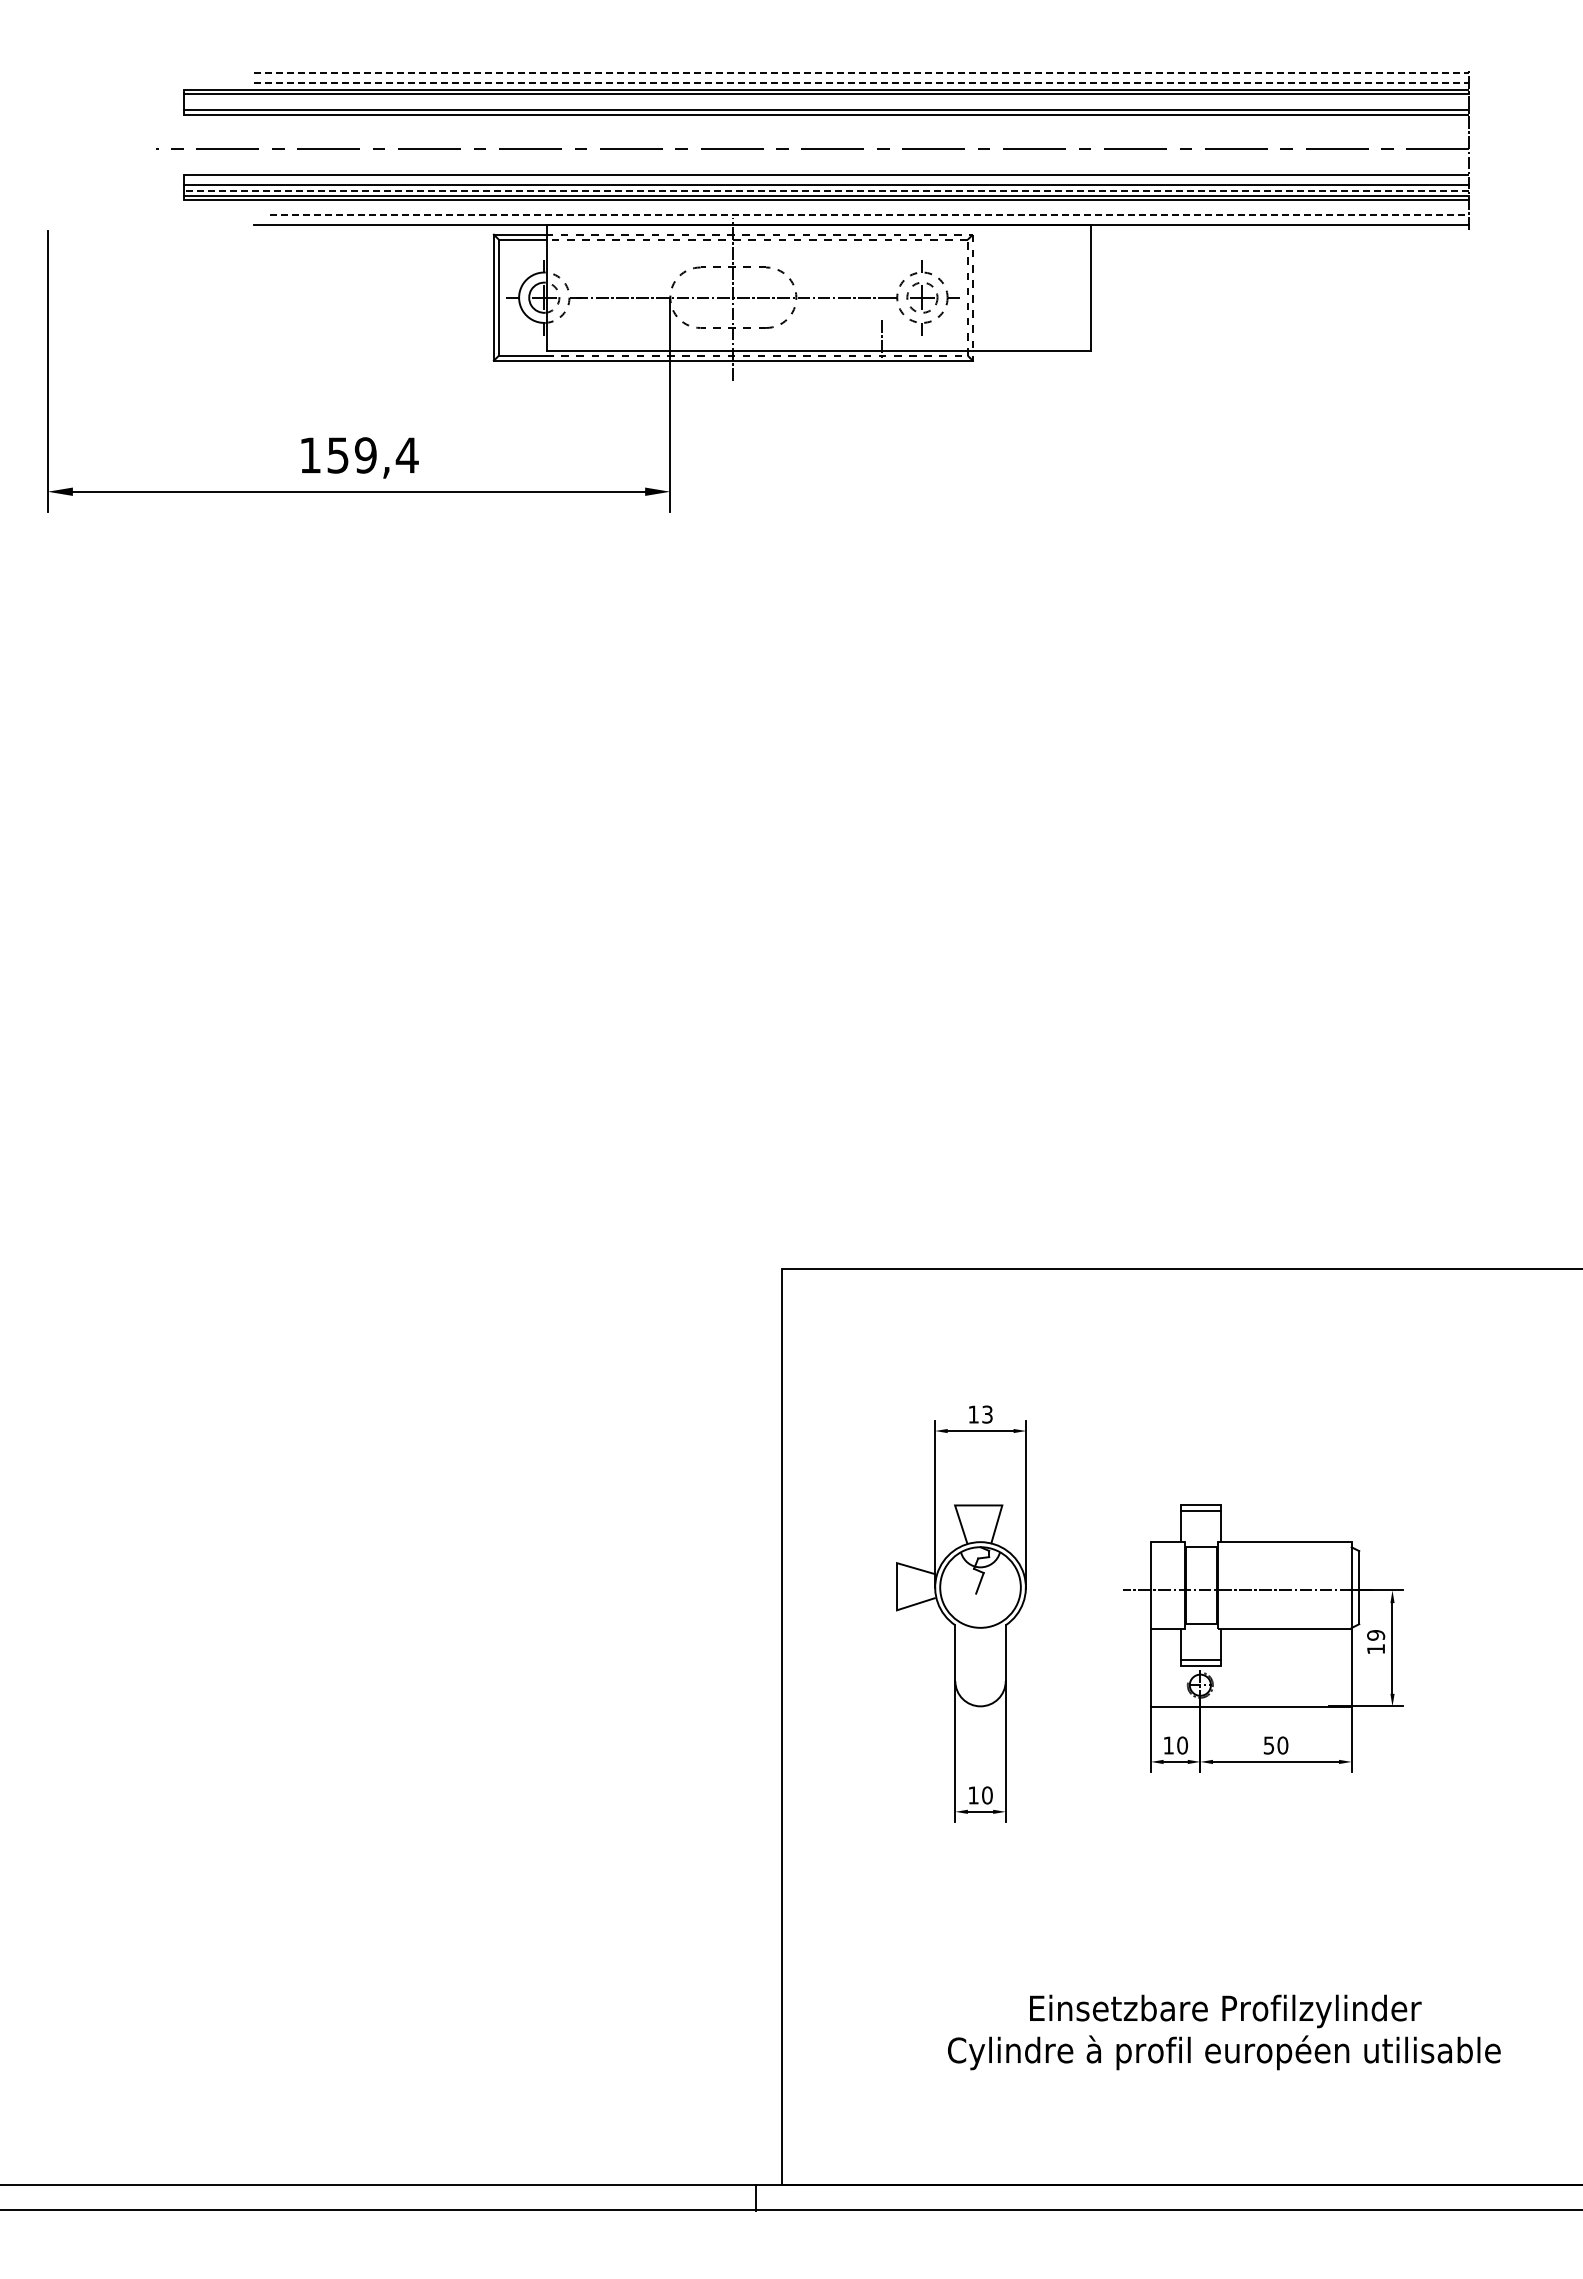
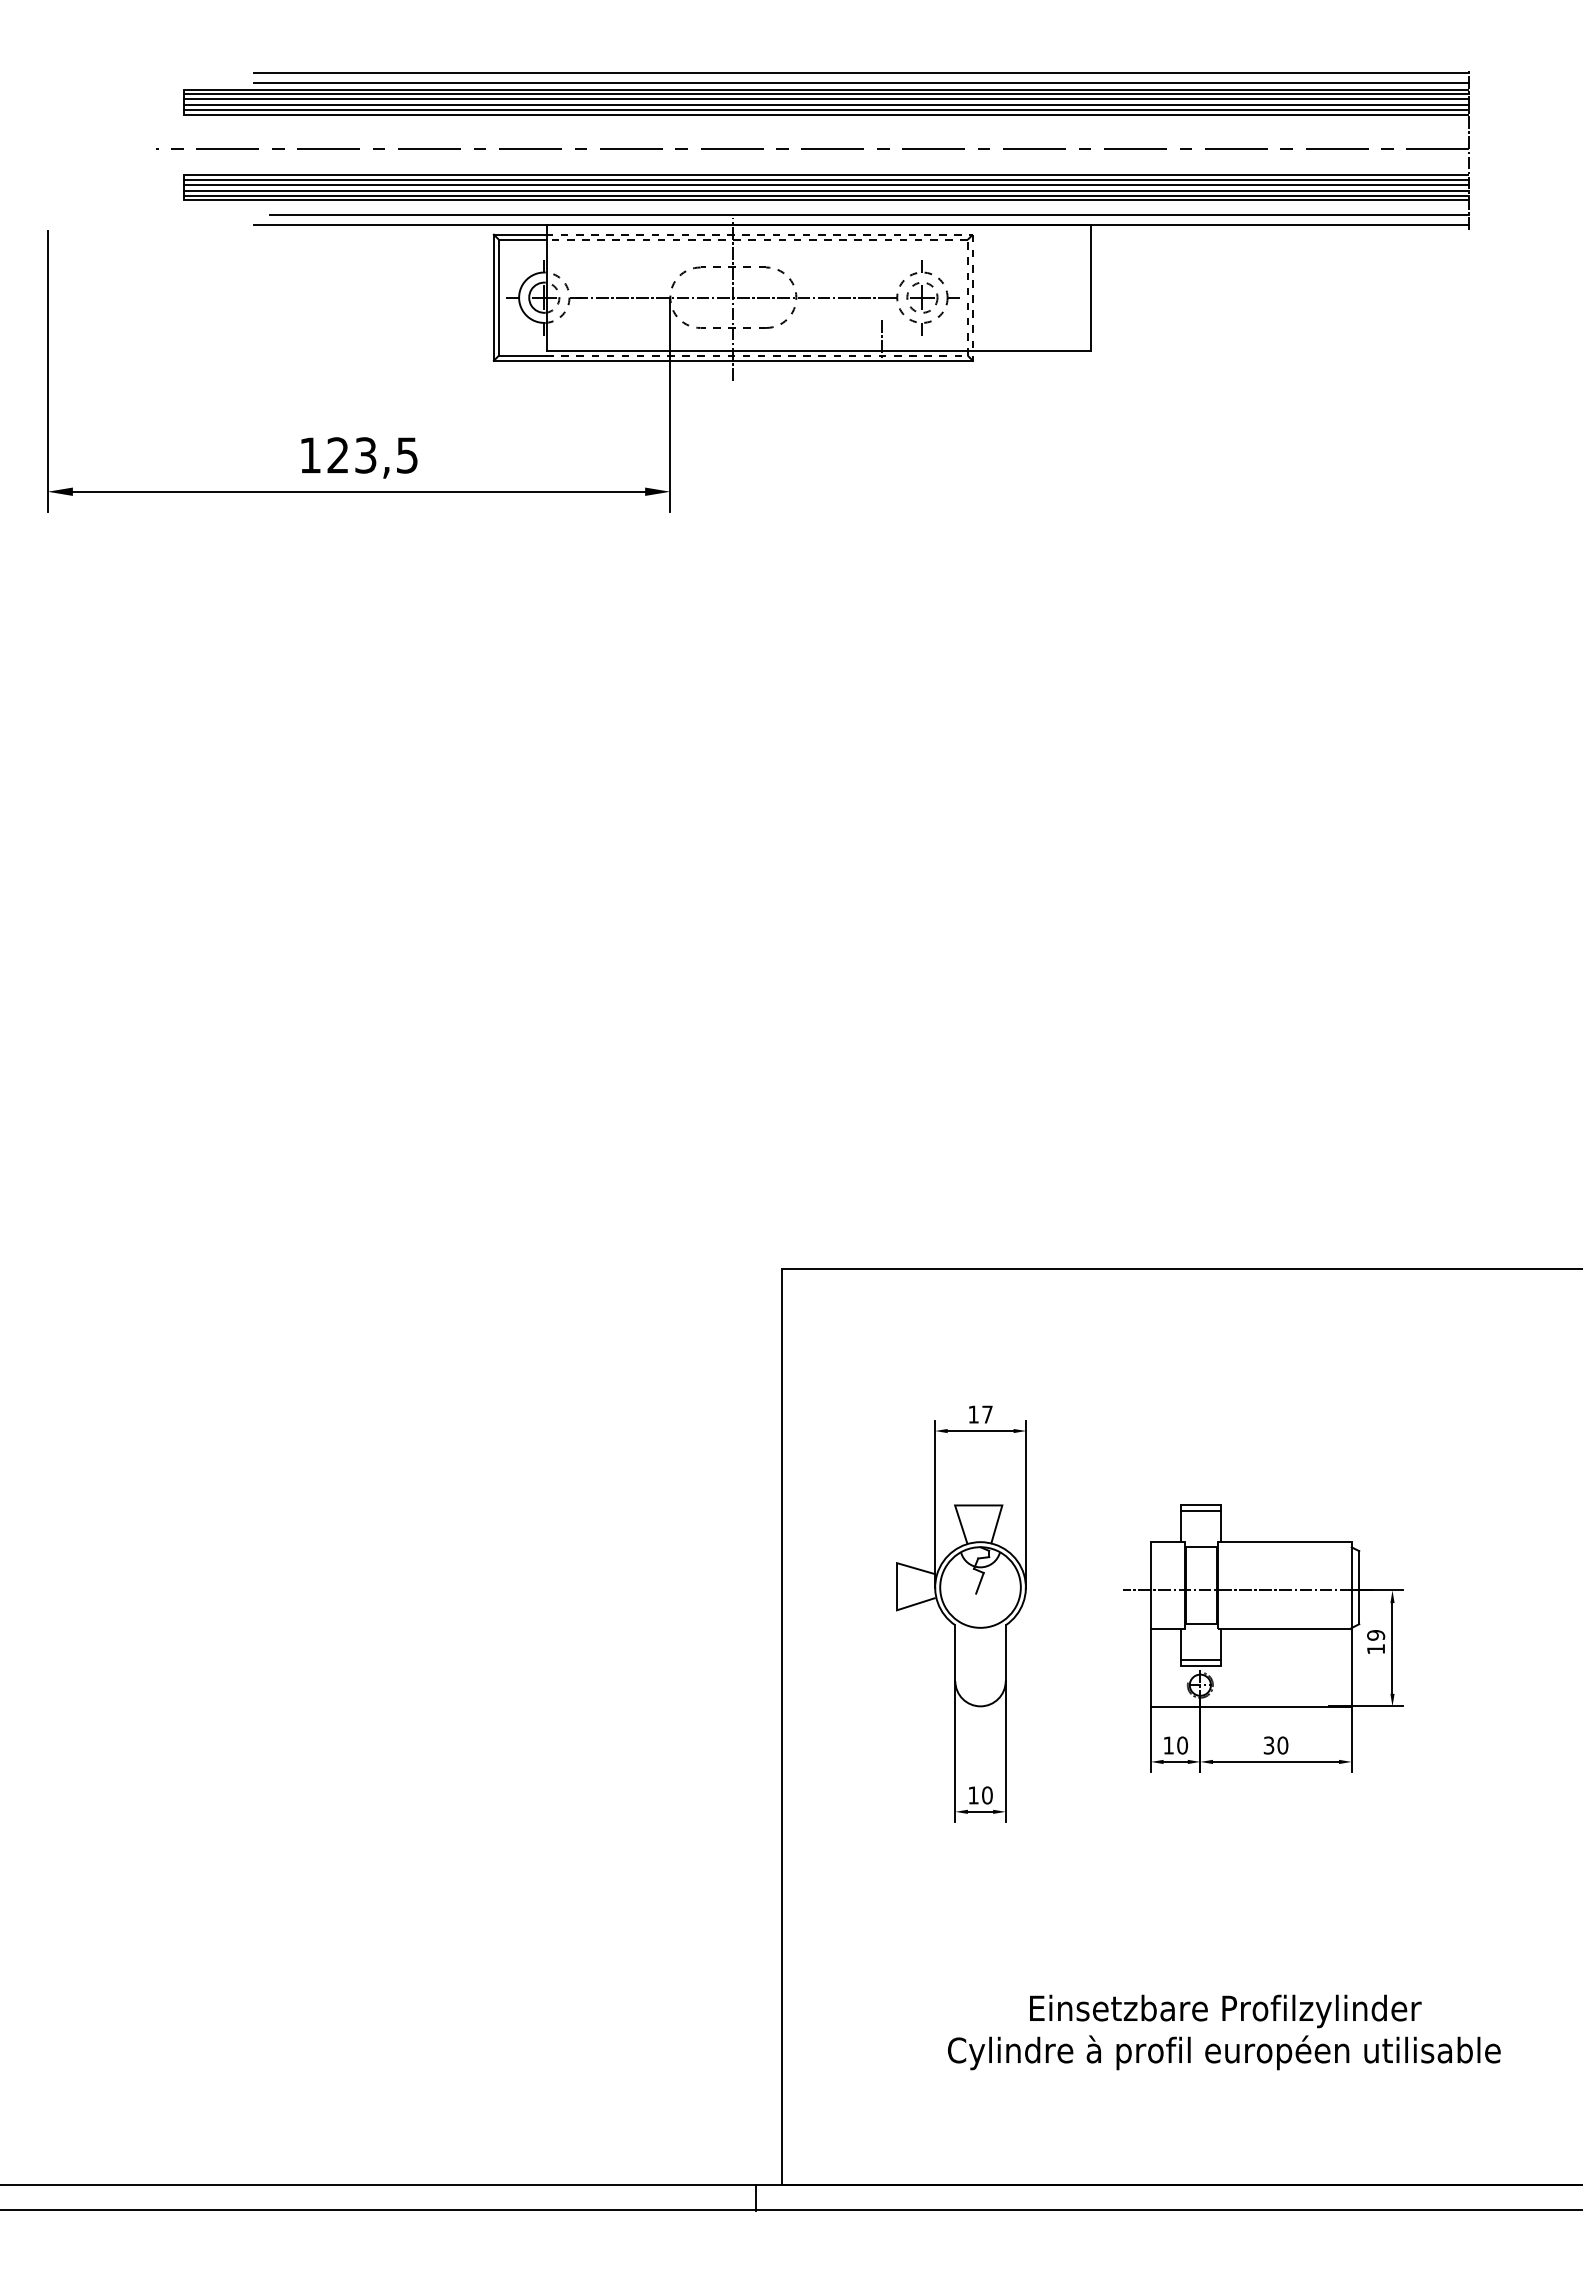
line at (861, 73): dashed -> solid
line at (861, 83): dashed -> solid
line at (826, 99): none -> present
line at (826, 104): none -> present
line at (826, 180): none -> present
line at (826, 190): dashed -> solid
line at (869, 214): dashed -> solid
text at (372, 455): 159,4 -> 123,5
text at (987, 1414): 13 -> 17
text at (1269, 1744): 50 -> 30
